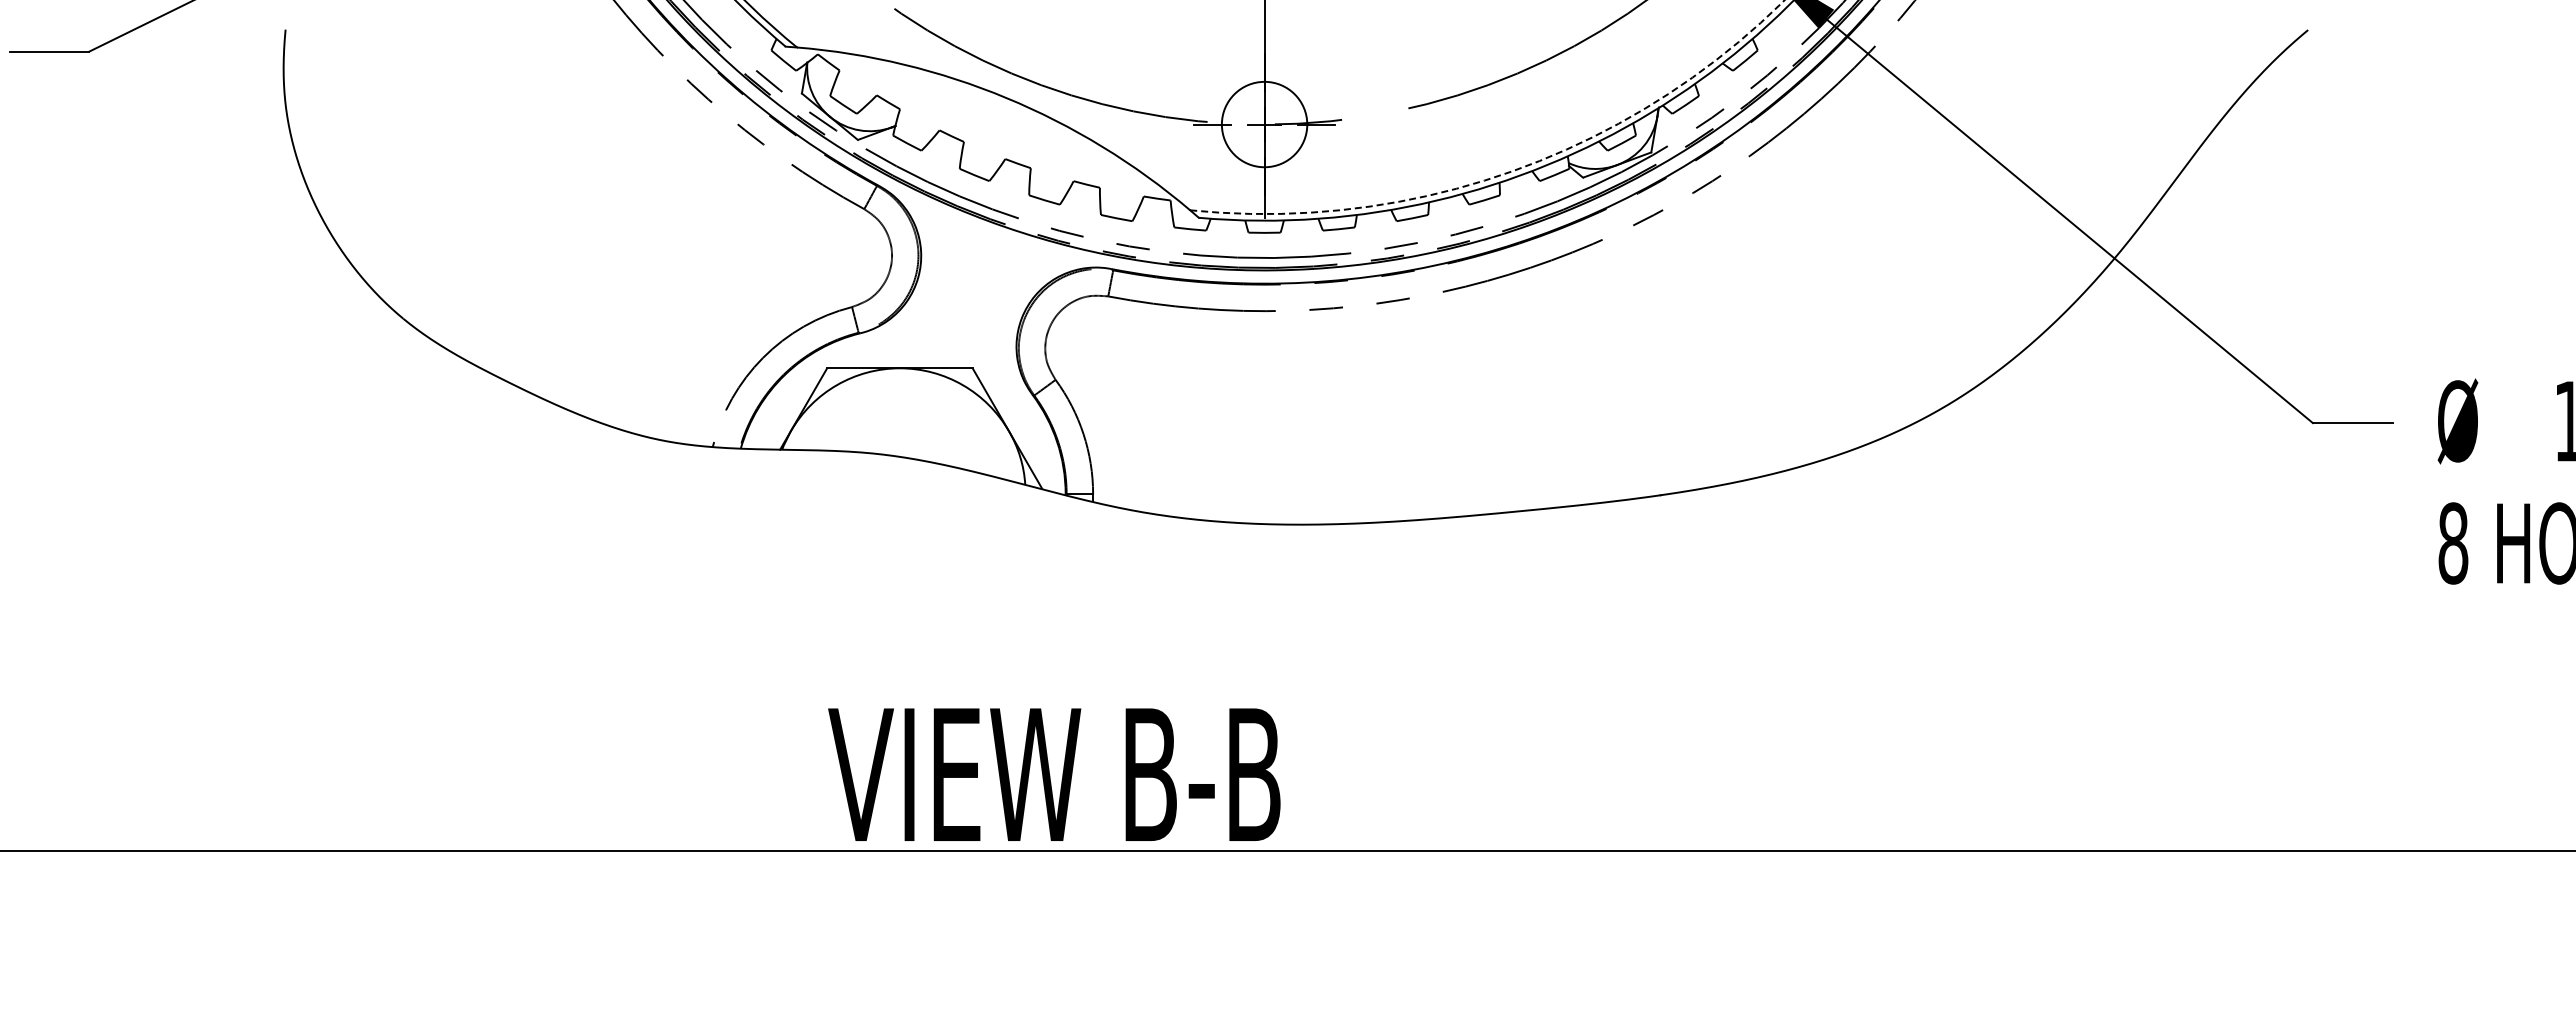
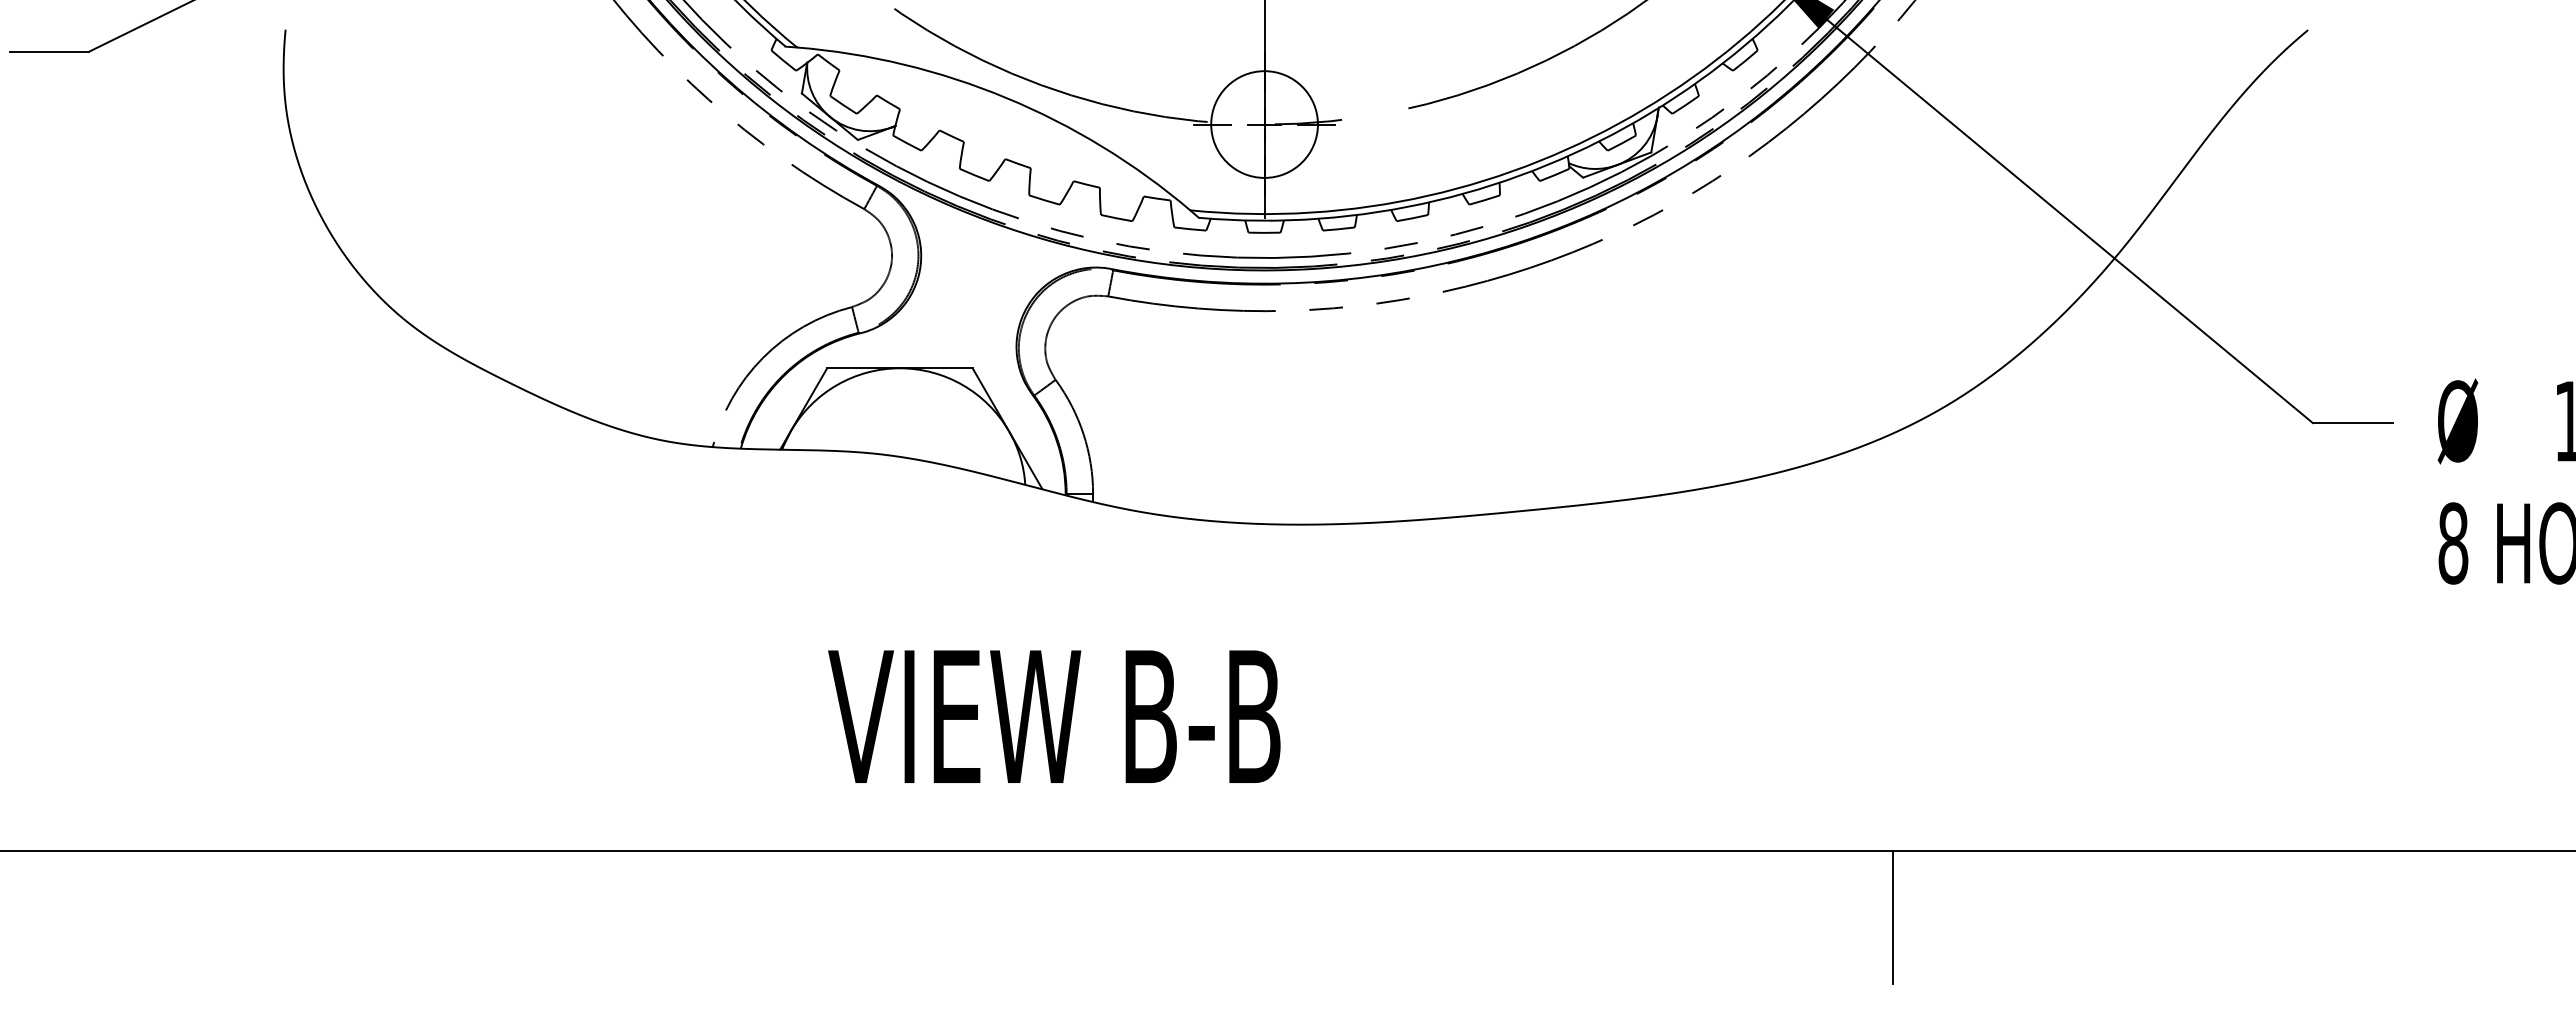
circle at (1264, 124) diameter: 85 px -> 107 px
arc at (1513, 171): dashed -> solid
text at (1054, 774) position: (1054, 774) -> (1054, 716)
line at (1892, 916): none -> present
